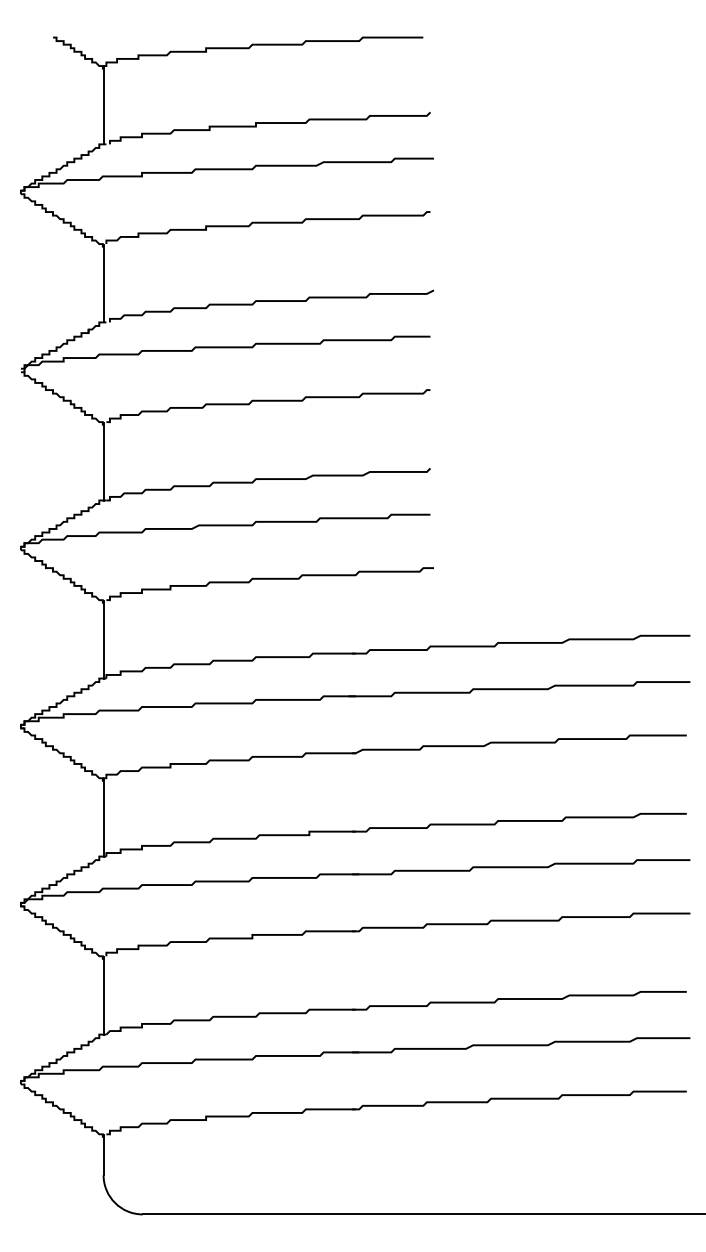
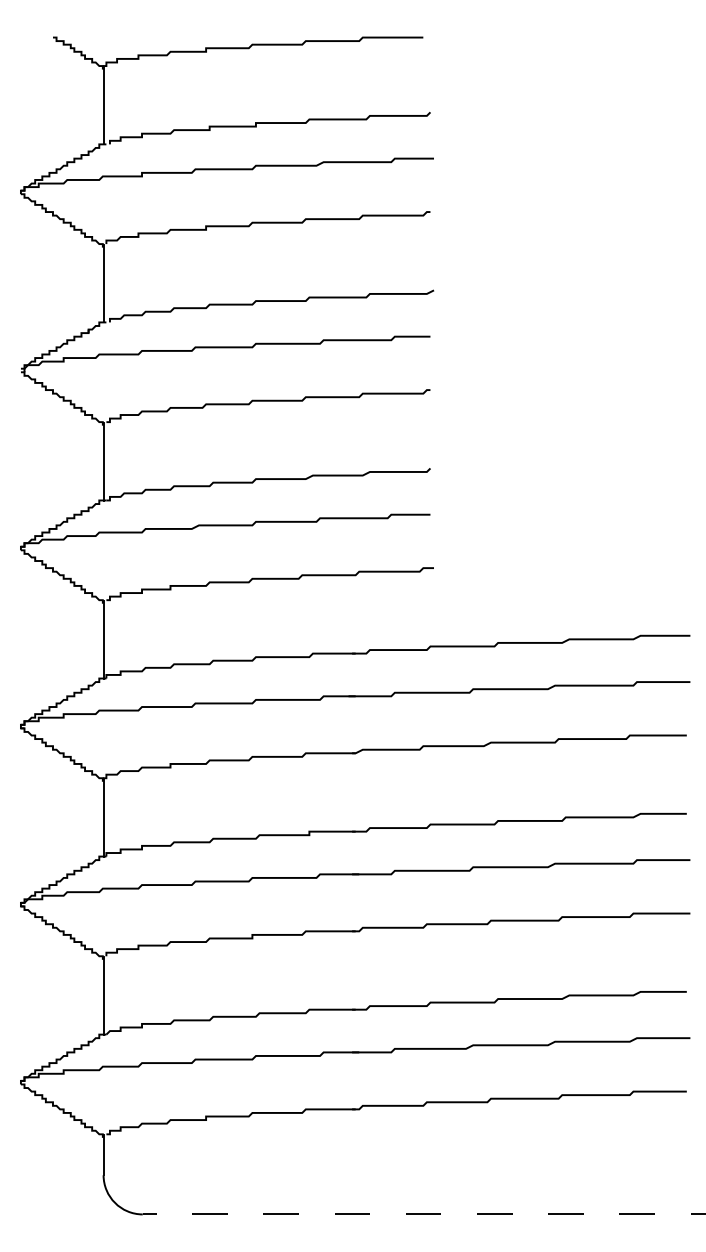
line at (423, 1214): solid -> dashed
